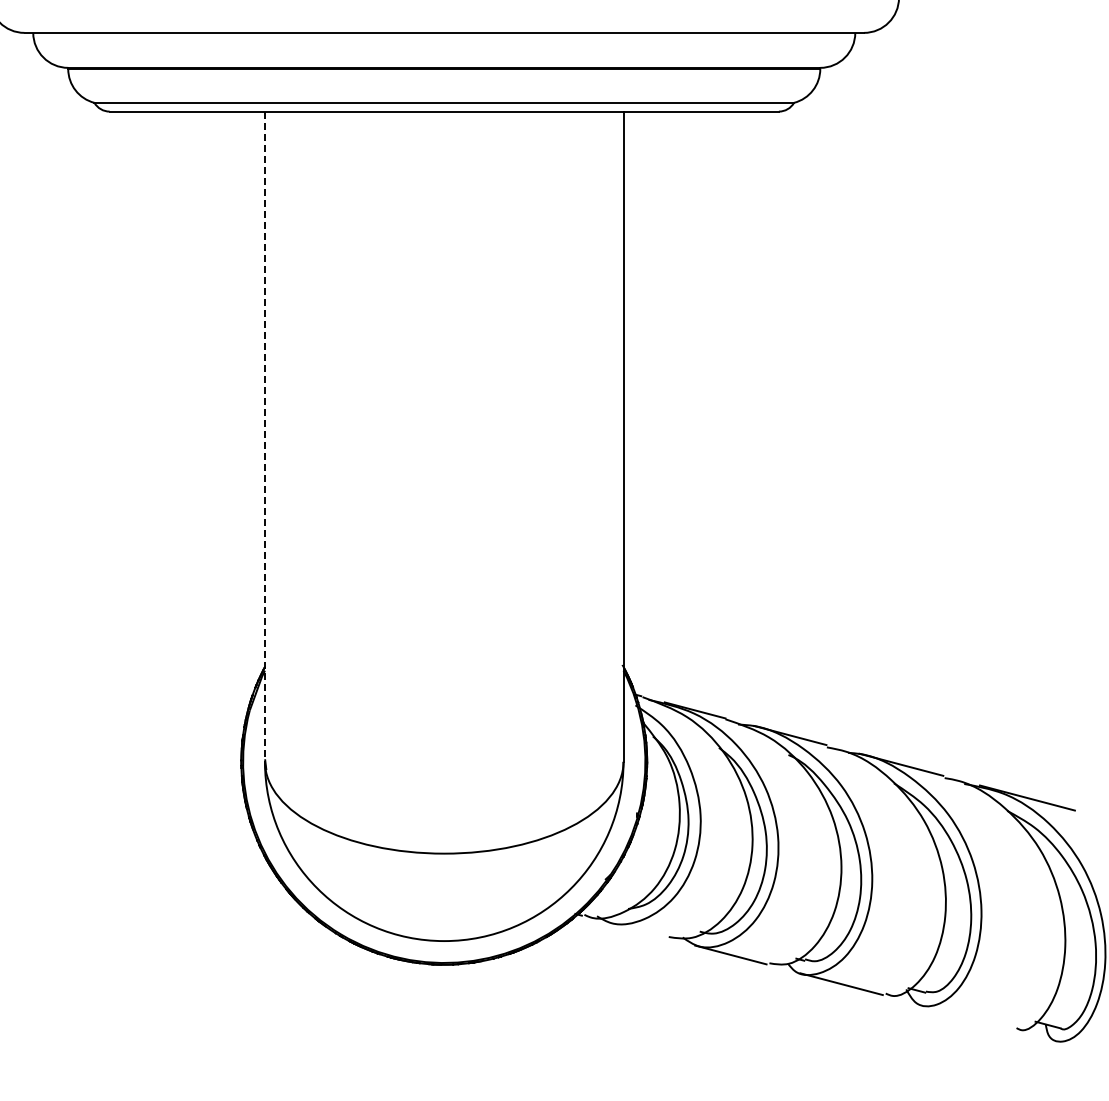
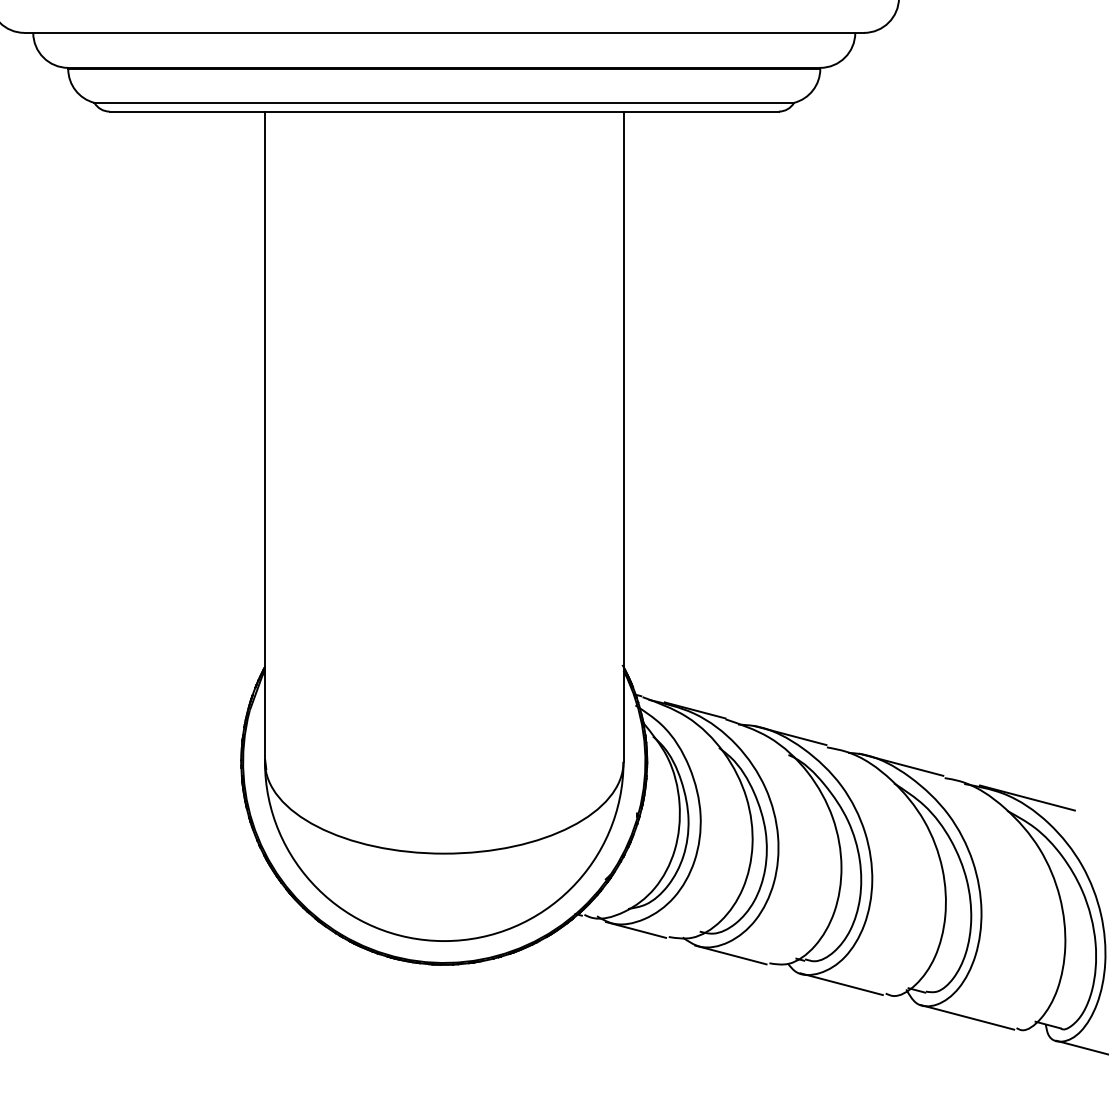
line at (265, 437): dashed -> solid
line at (636, 929): none -> present
line at (967, 1017): none -> present
line at (1080, 1046): none -> present
